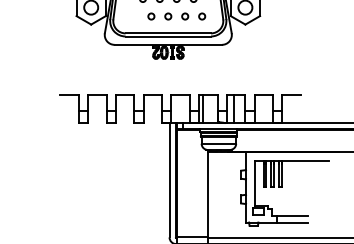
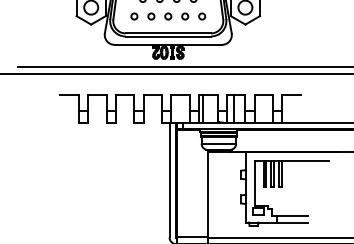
circle at (134, 16): none -> present
line at (183, 67): none -> present
line at (176, 73): none -> present
